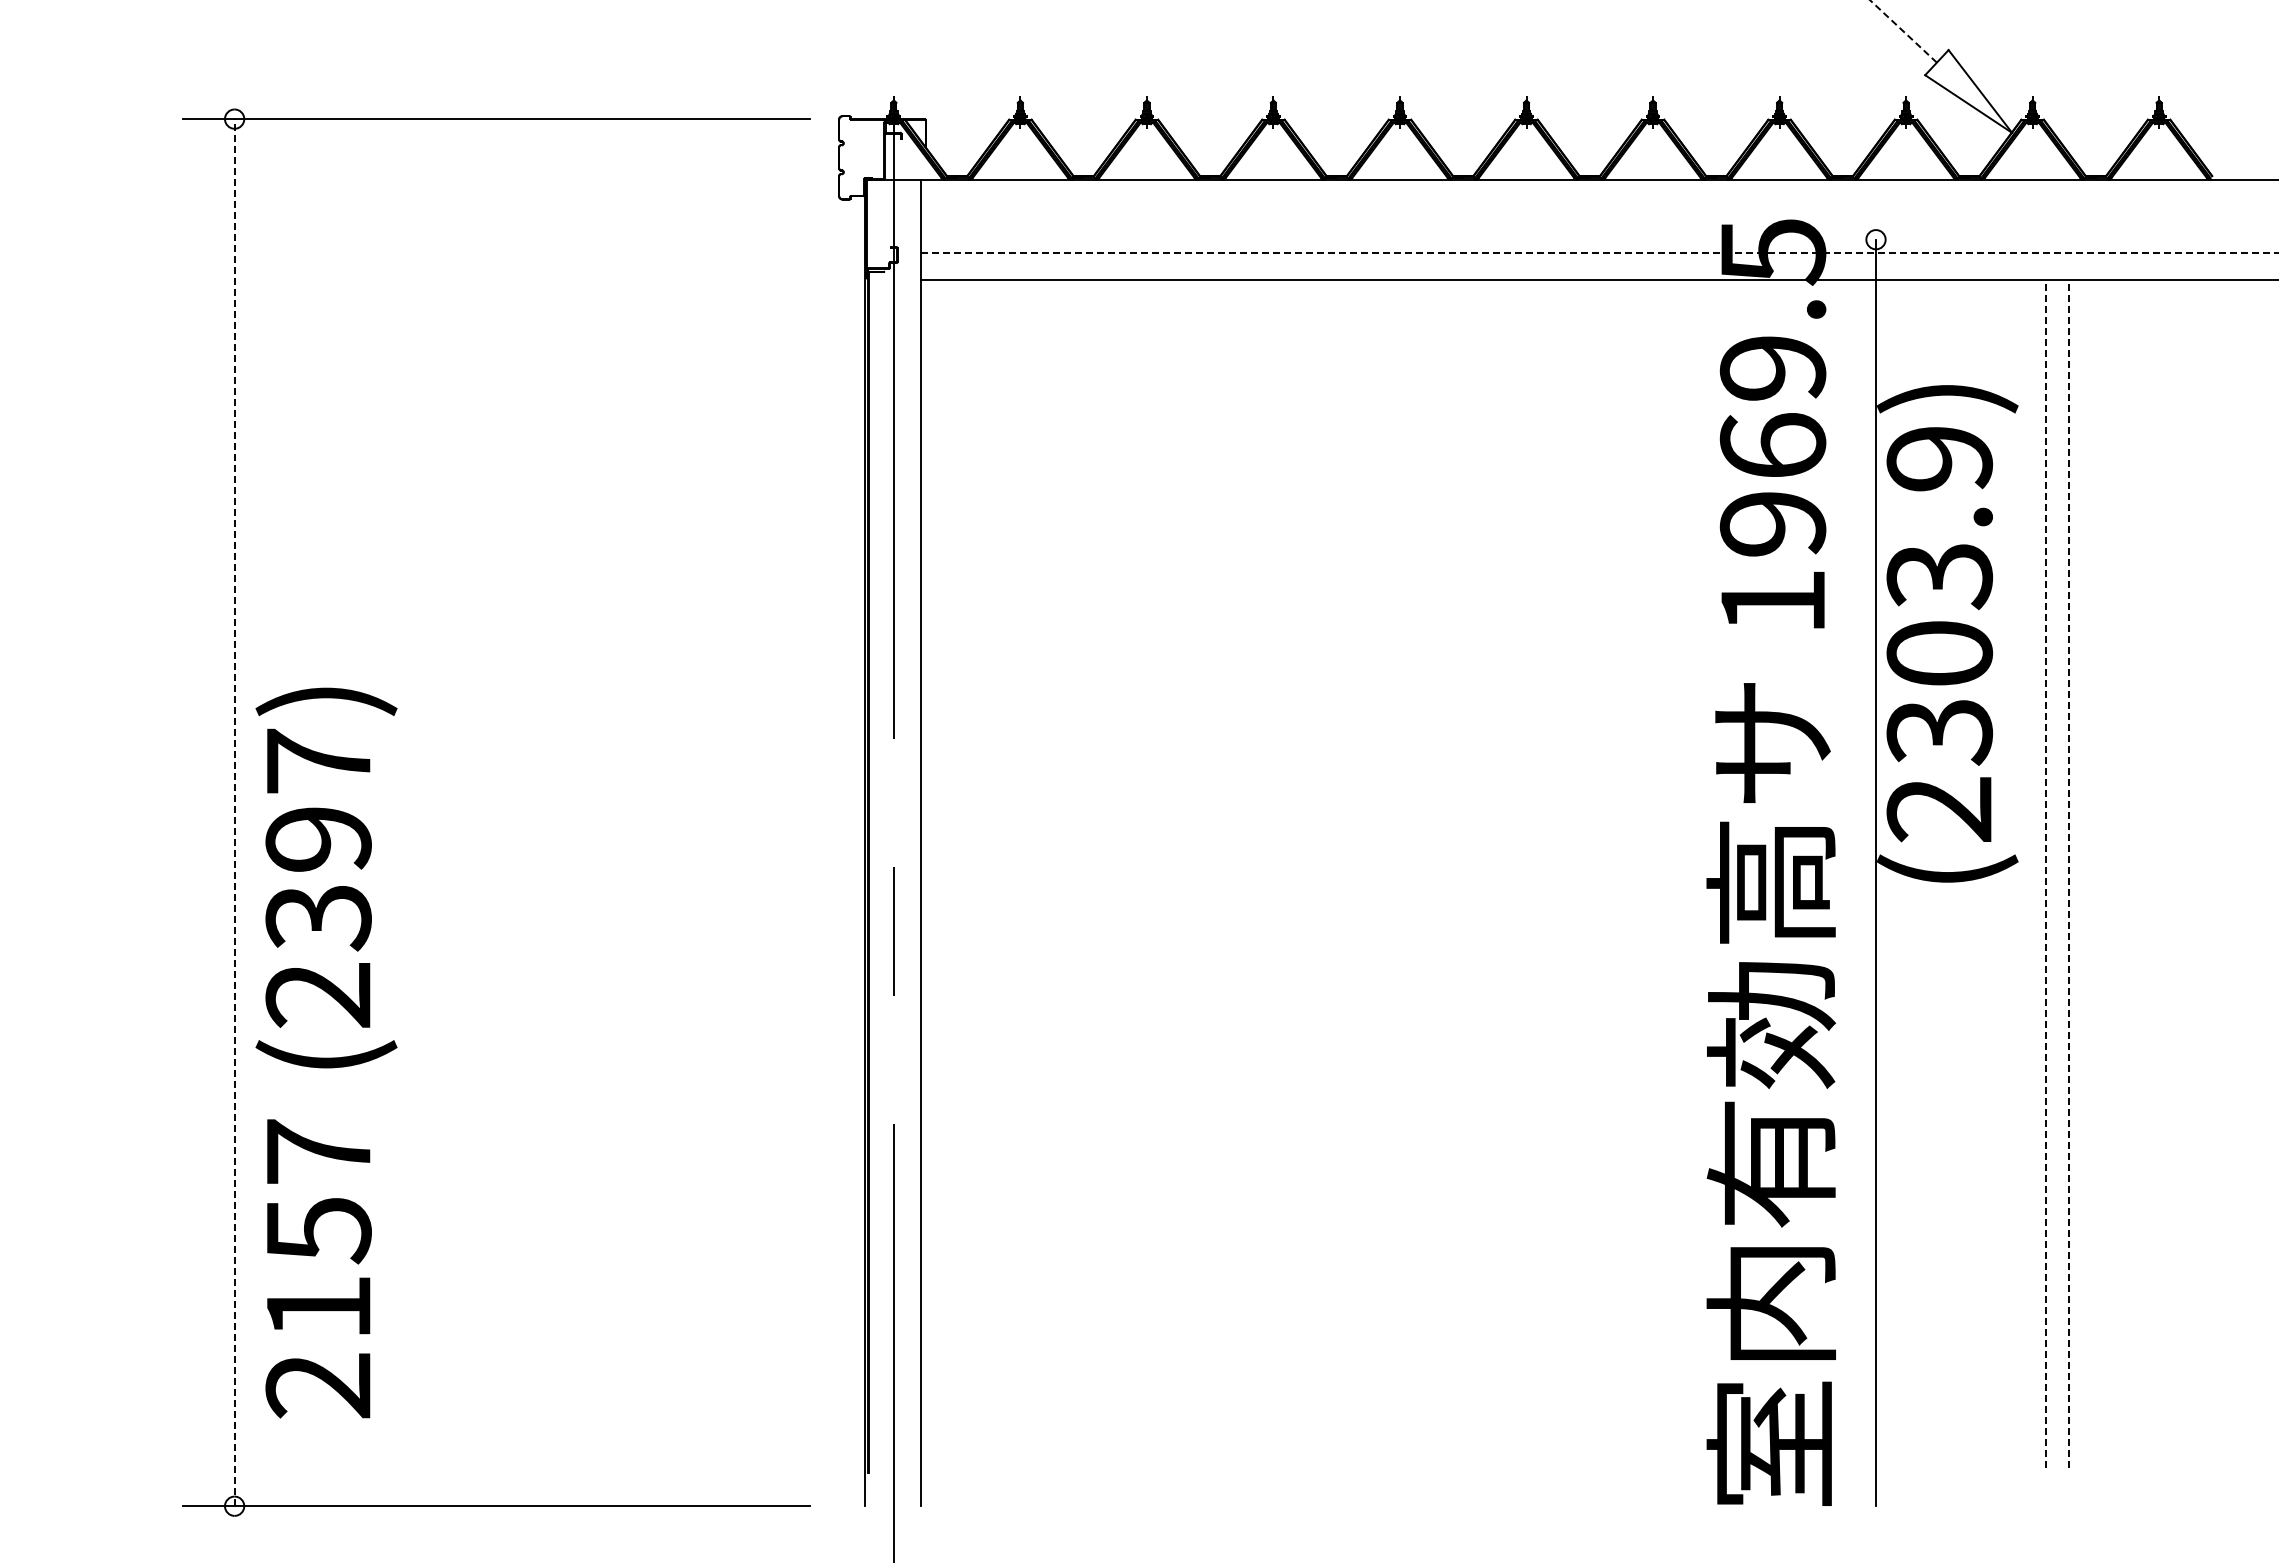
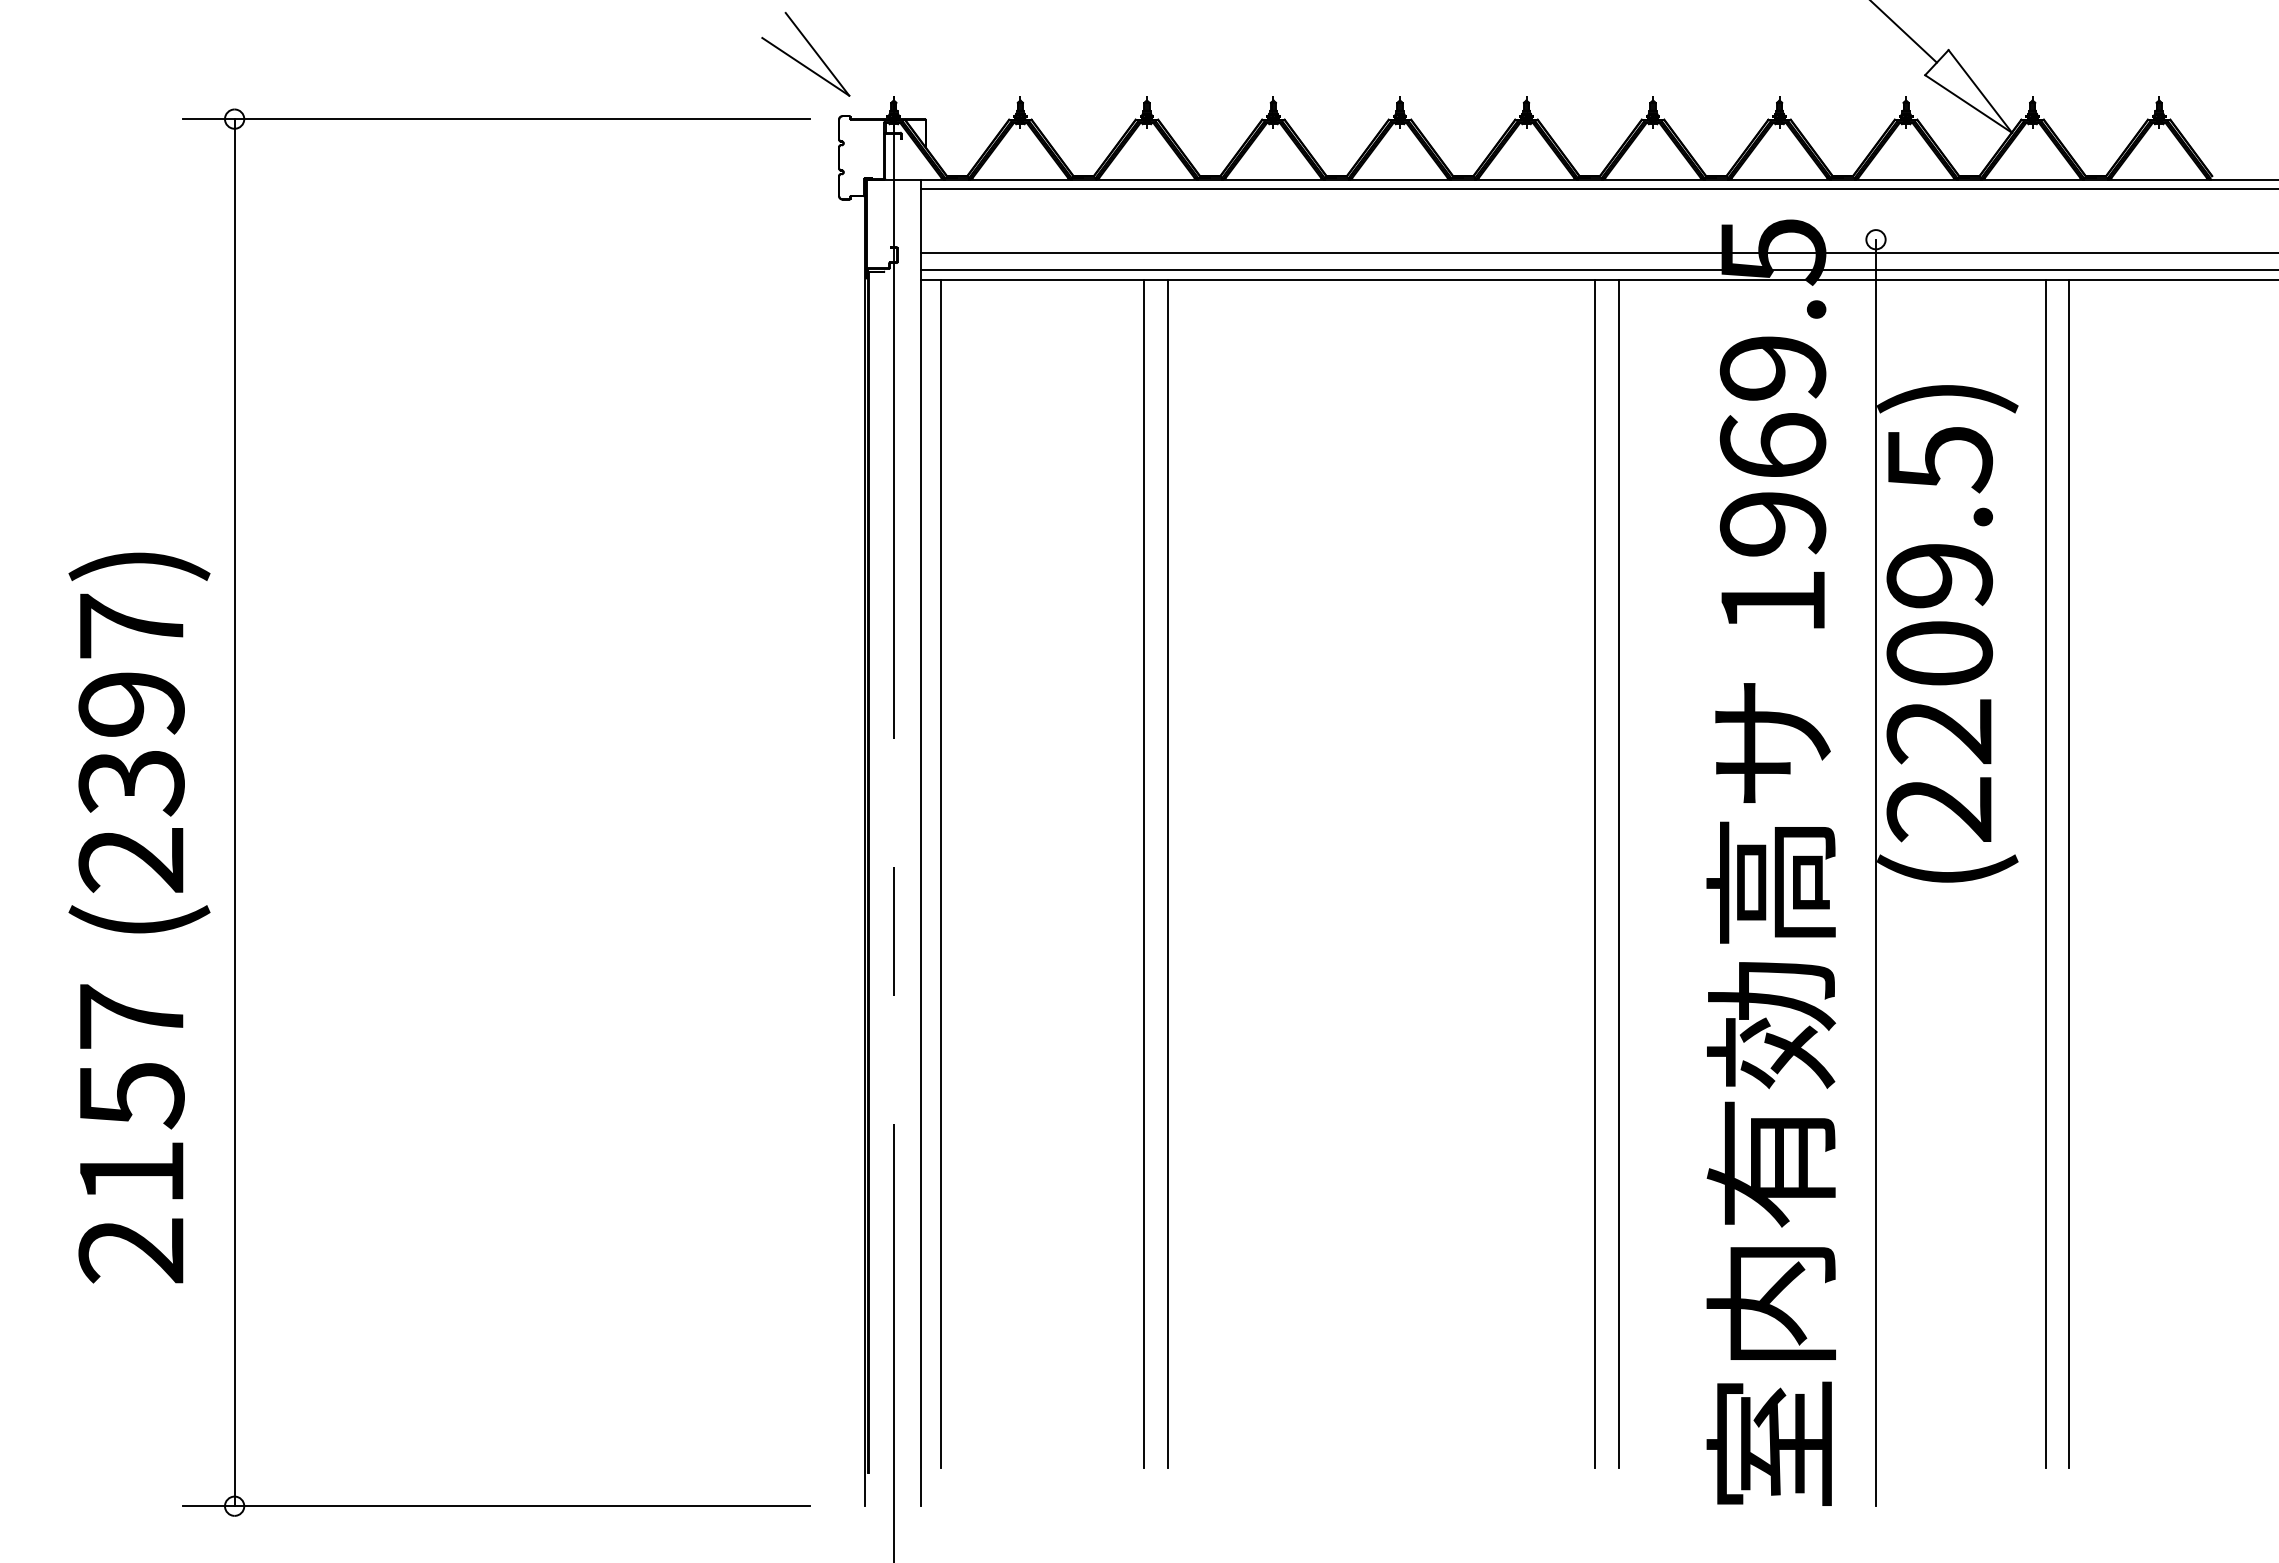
line at (1903, 31): dashed -> solid
part at (811, 48): none -> present
line at (1598, 188): none -> present
line at (1599, 252): dashed -> solid
line at (1598, 270): none -> present
text at (1939, 596): (2303.9) -> (2209.5)
line at (234, 812): dashed -> solid
line at (940, 873): none -> present
line at (1144, 873): none -> present
line at (1167, 873): none -> present
line at (1594, 873): none -> present
line at (1618, 873): none -> present
line at (2045, 873): dashed -> solid
line at (2069, 873): dashed -> solid
text at (326, 1052) position: (326, 1052) -> (139, 917)
